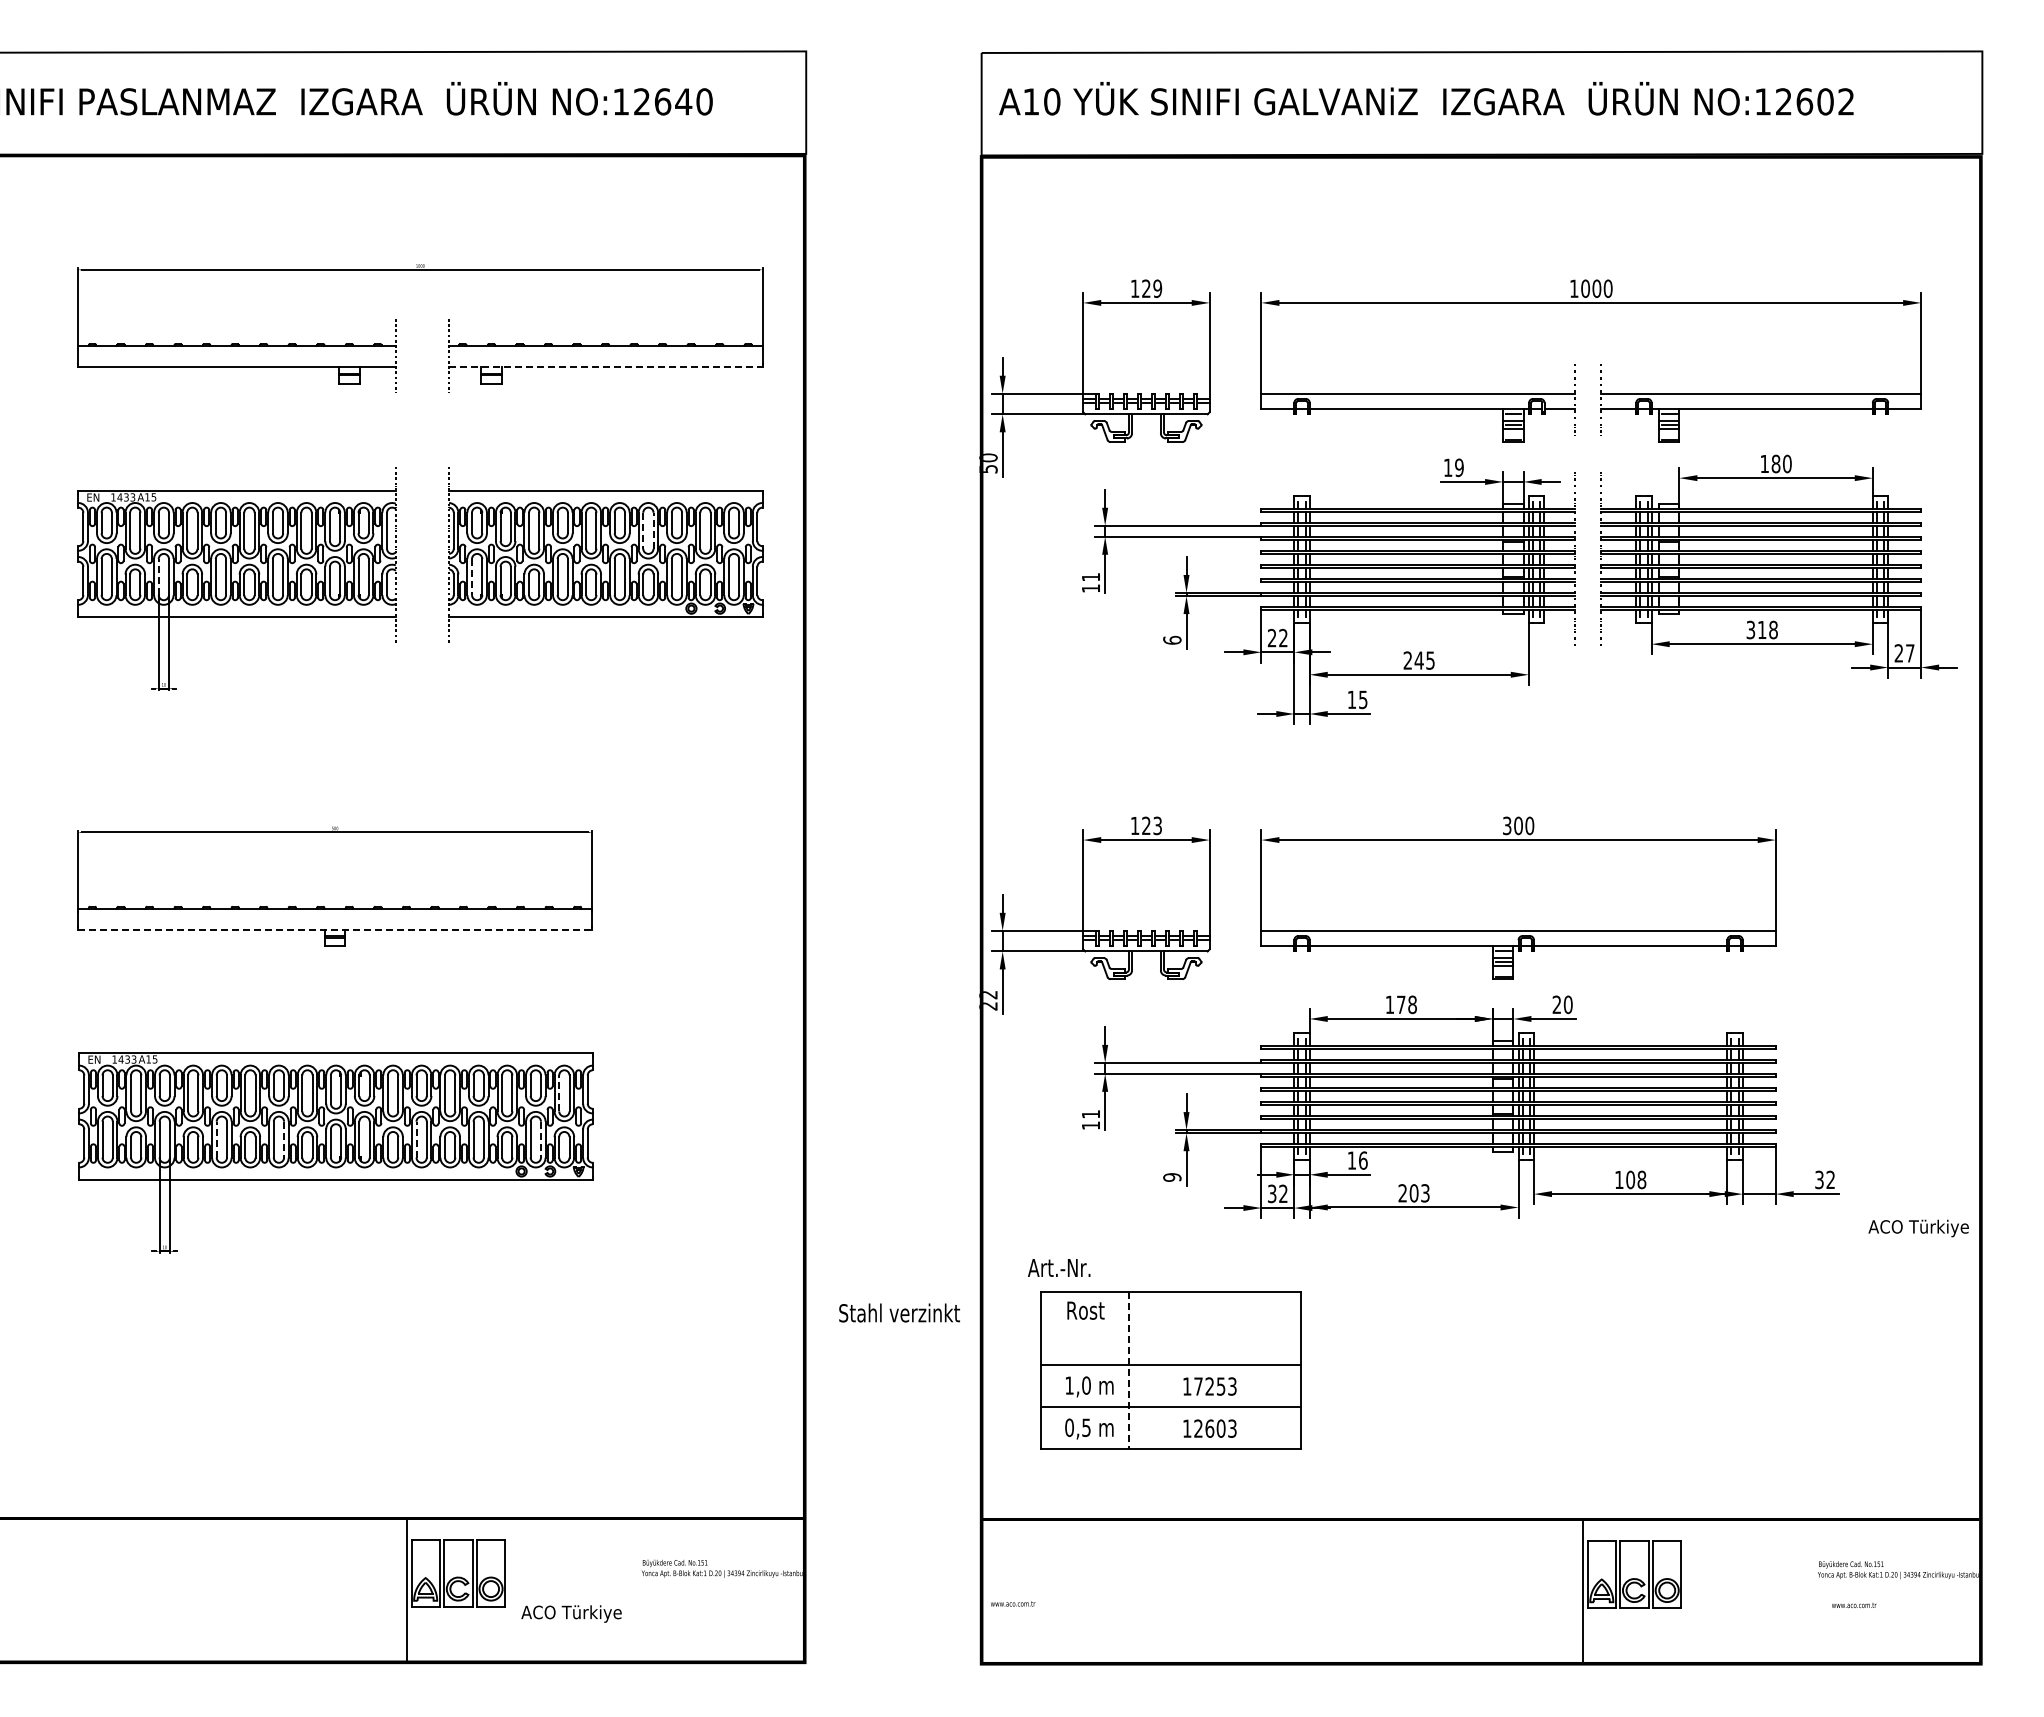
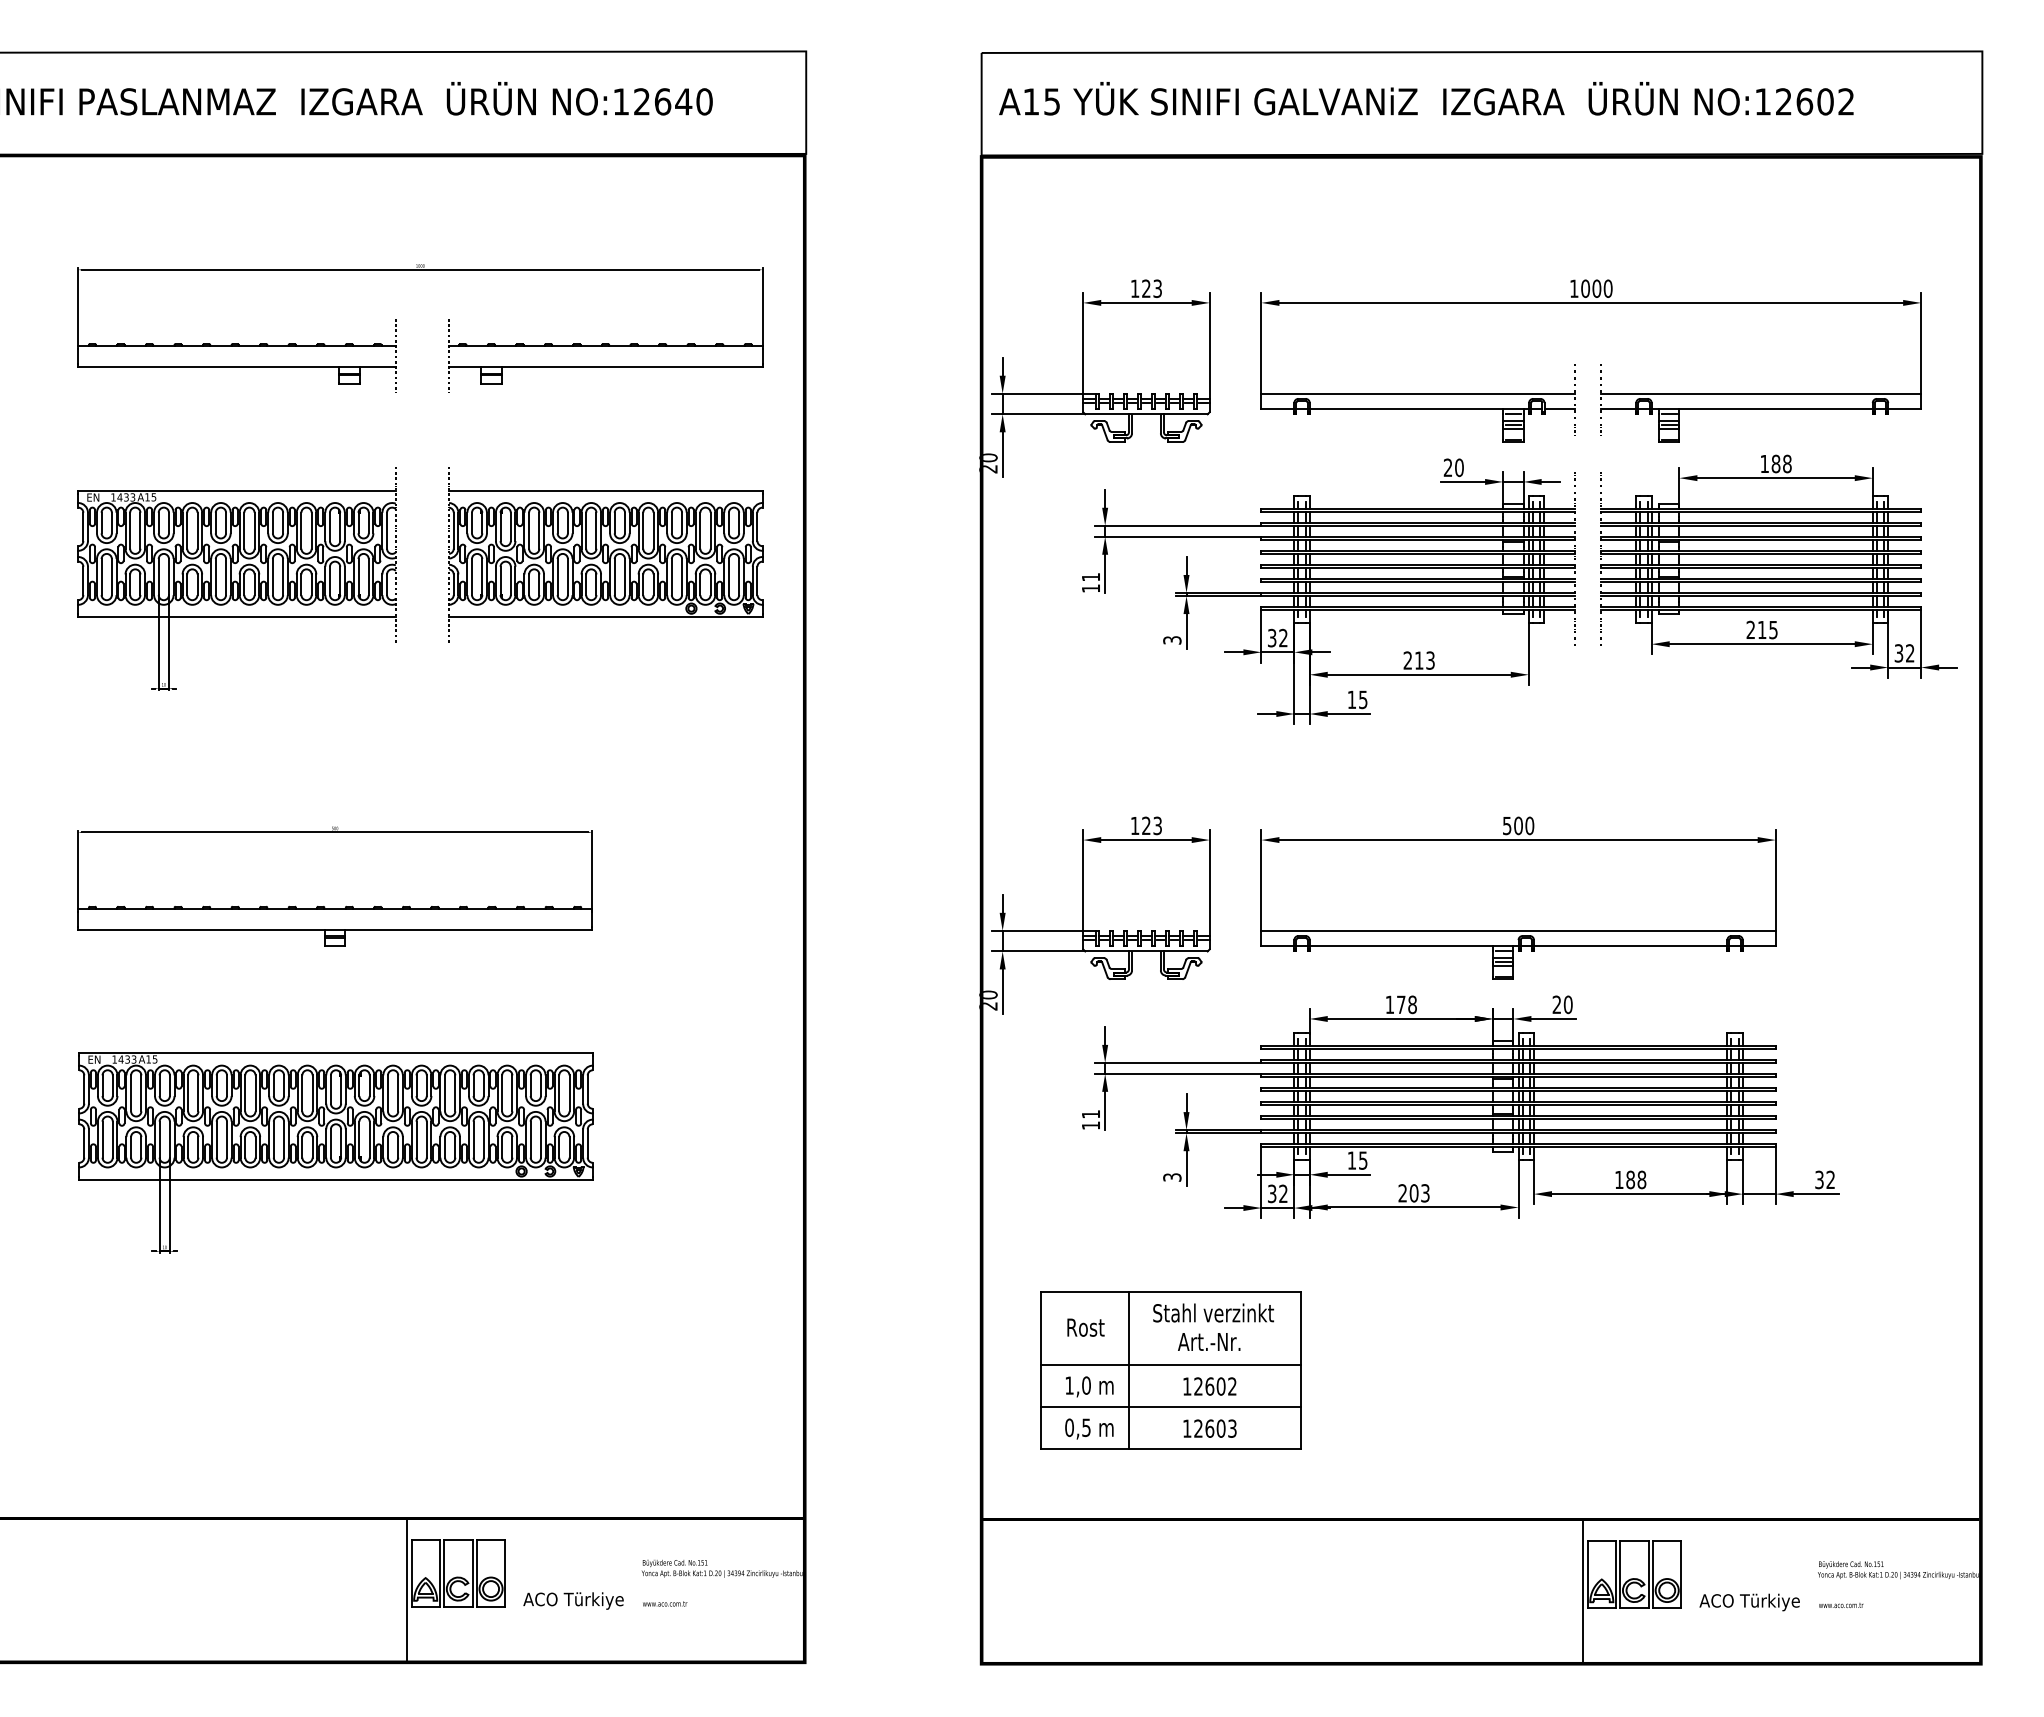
text at (1052, 101): A10 -> A15
text at (1157, 288): 129 -> 123
line at (605, 367): dashed -> solid
text at (1787, 463): 180 -> 188
text at (1453, 467): 19 -> 20
text at (988, 469): 50 -> 20
line at (643, 530): dashed -> solid
line at (653, 530): dashed -> solid
line at (158, 577): dashed -> solid
line at (472, 577): dashed -> solid
text at (1761, 629): 318 -> 215
text at (1272, 638): 22 -> 32
text at (1172, 639): 6 -> 3
text at (1904, 653): 27 -> 32
text at (1424, 660): 245 -> 213
text at (1507, 825): 300 -> 500
line at (335, 929): dashed -> solid
text at (988, 994): 22 -> 20
line at (559, 1093): dashed -> solid
line at (216, 1139): dashed -> solid
line at (284, 1139): dashed -> solid
line at (416, 1139): dashed -> solid
line at (540, 1139): dashed -> solid
text at (1363, 1160): 16 -> 15
text at (1172, 1177): 9 -> 3
text at (1630, 1179): 108 -> 188
text at (1918, 1228) position: (1918, 1228) -> (1749, 1602)
text at (1059, 1267) position: (1059, 1267) -> (1209, 1341)
text at (1085, 1310) position: (1085, 1310) -> (1085, 1327)
text at (899, 1312) position: (899, 1312) -> (1213, 1312)
line at (1128, 1371): dashed -> solid
text at (1215, 1386): 17253 -> 12602
text at (1013, 1603) position: (1013, 1603) -> (665, 1603)
text at (1854, 1605) position: (1854, 1605) -> (1841, 1605)
text at (571, 1613) position: (571, 1613) -> (573, 1600)
